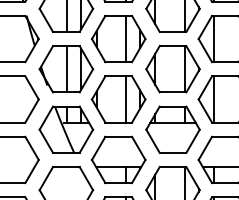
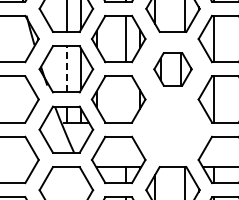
line at (67, 68): solid -> dashed
part at (172, 69) size: 56x49 px -> 40x35 px
line at (125, 99): present -> none
part at (172, 129): present -> none
